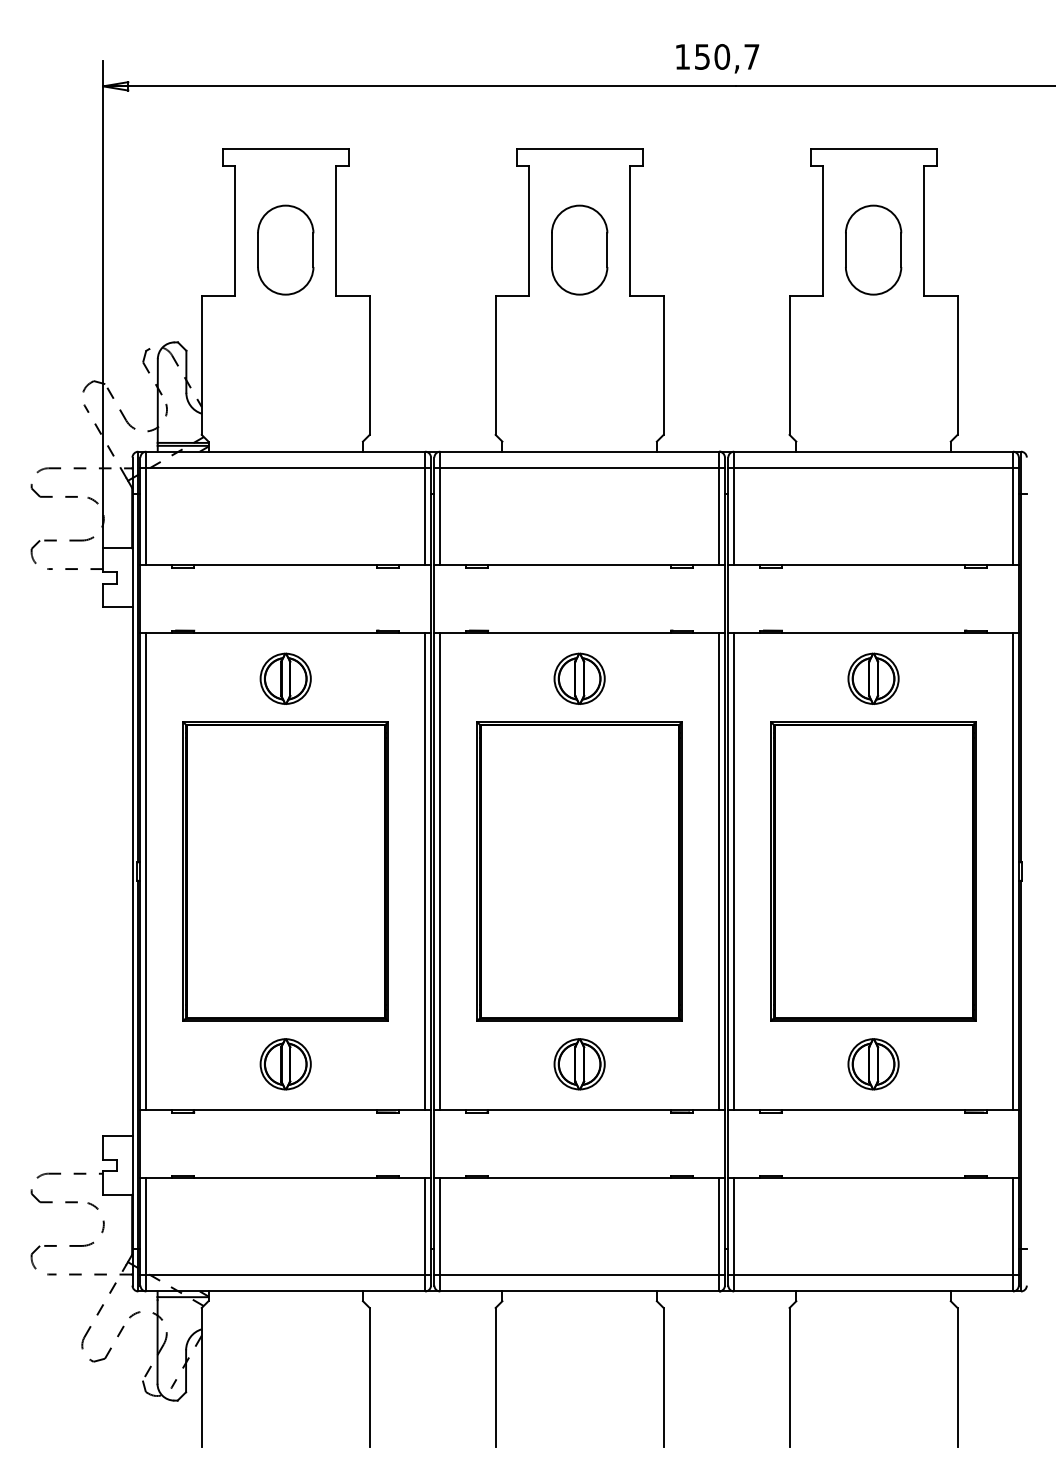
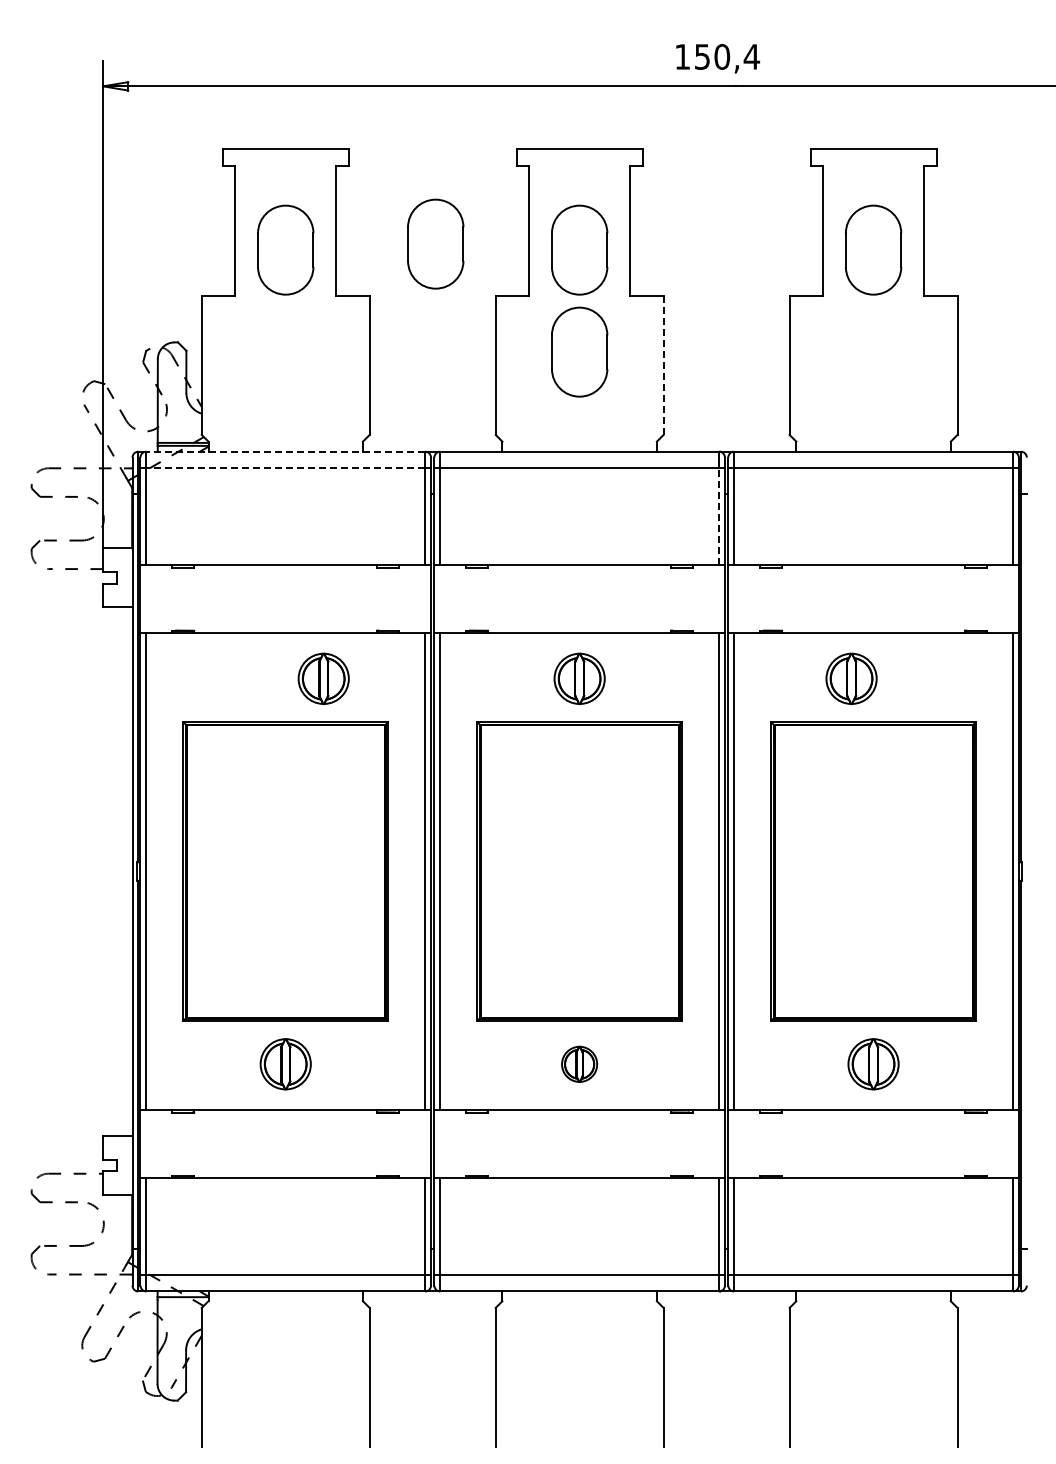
text at (751, 56): 150,7 -> 150,4
part at (435, 243): none -> present
part at (579, 351): none -> present
line at (663, 366): solid -> dashed
line at (285, 451): solid -> dashed
line at (285, 468): solid -> dashed
line at (719, 516): solid -> dashed
part at (285, 678) position: (285, 678) -> (323, 678)
part at (873, 678) position: (873, 678) -> (851, 678)
part at (579, 1064) size: 53x53 px -> 38x38 px
